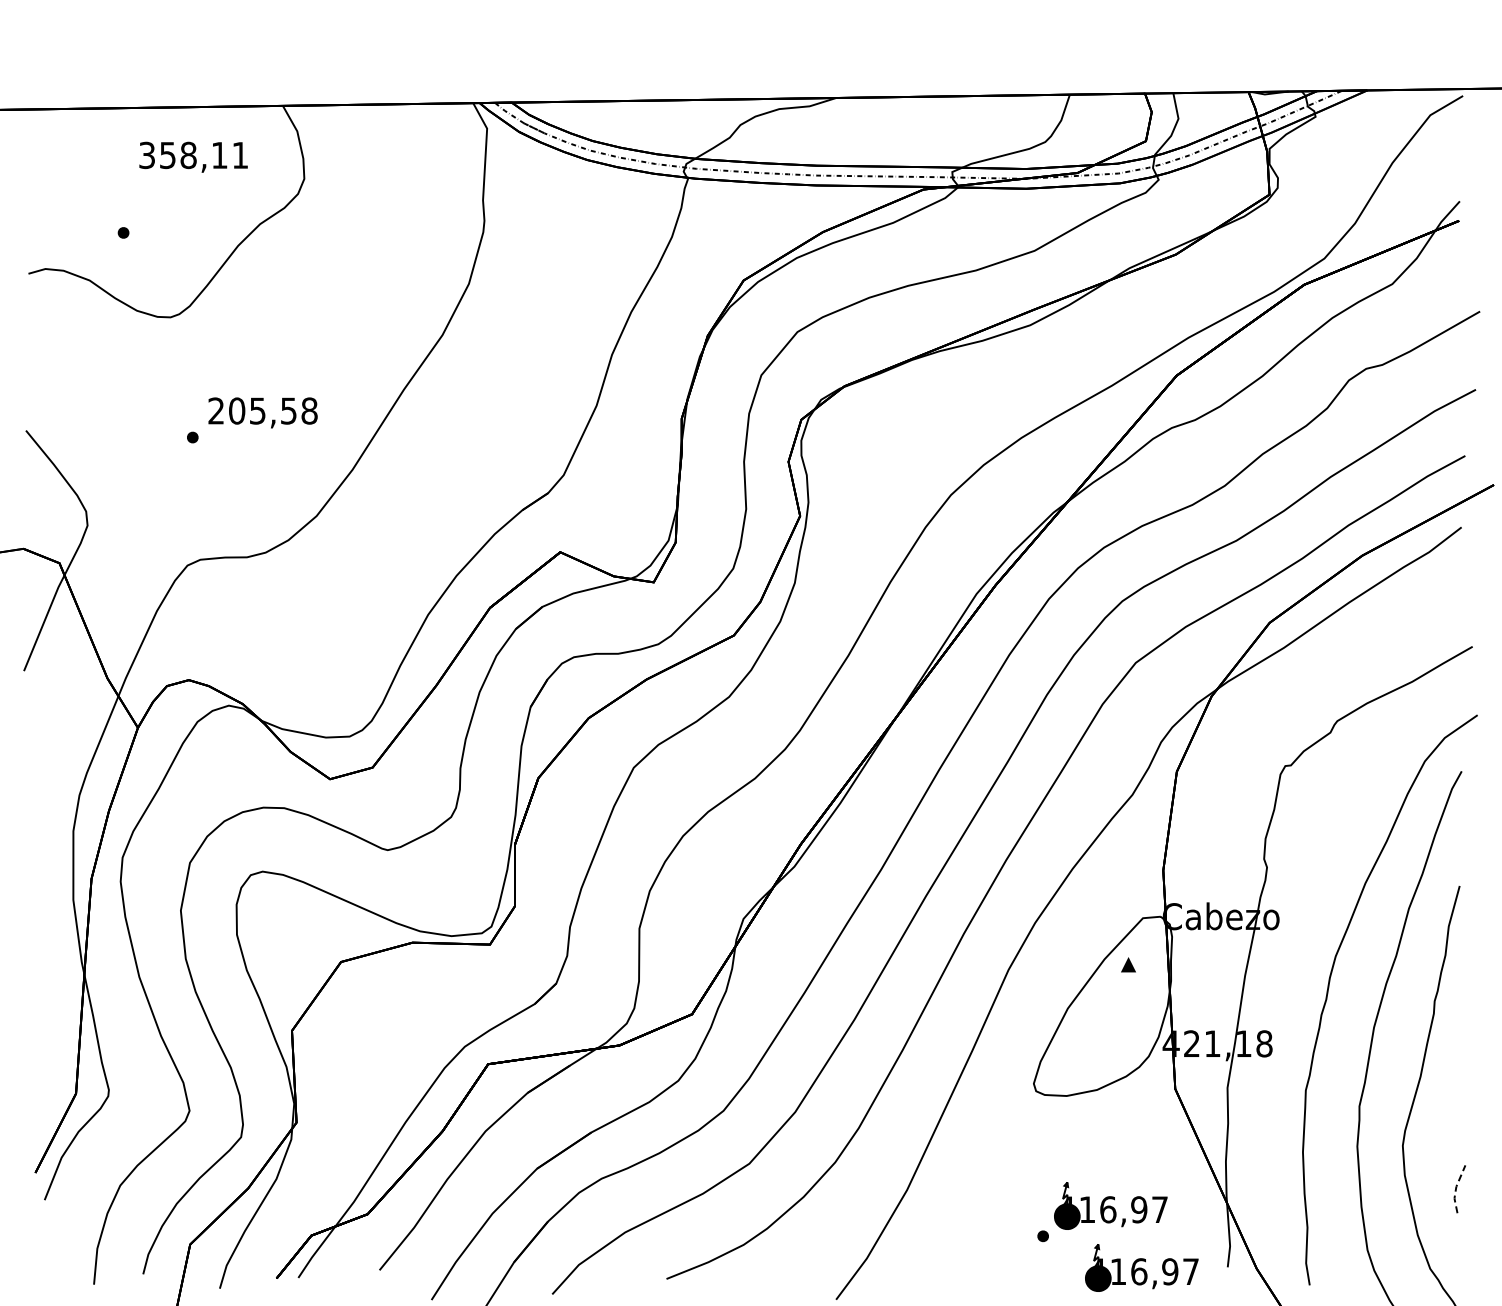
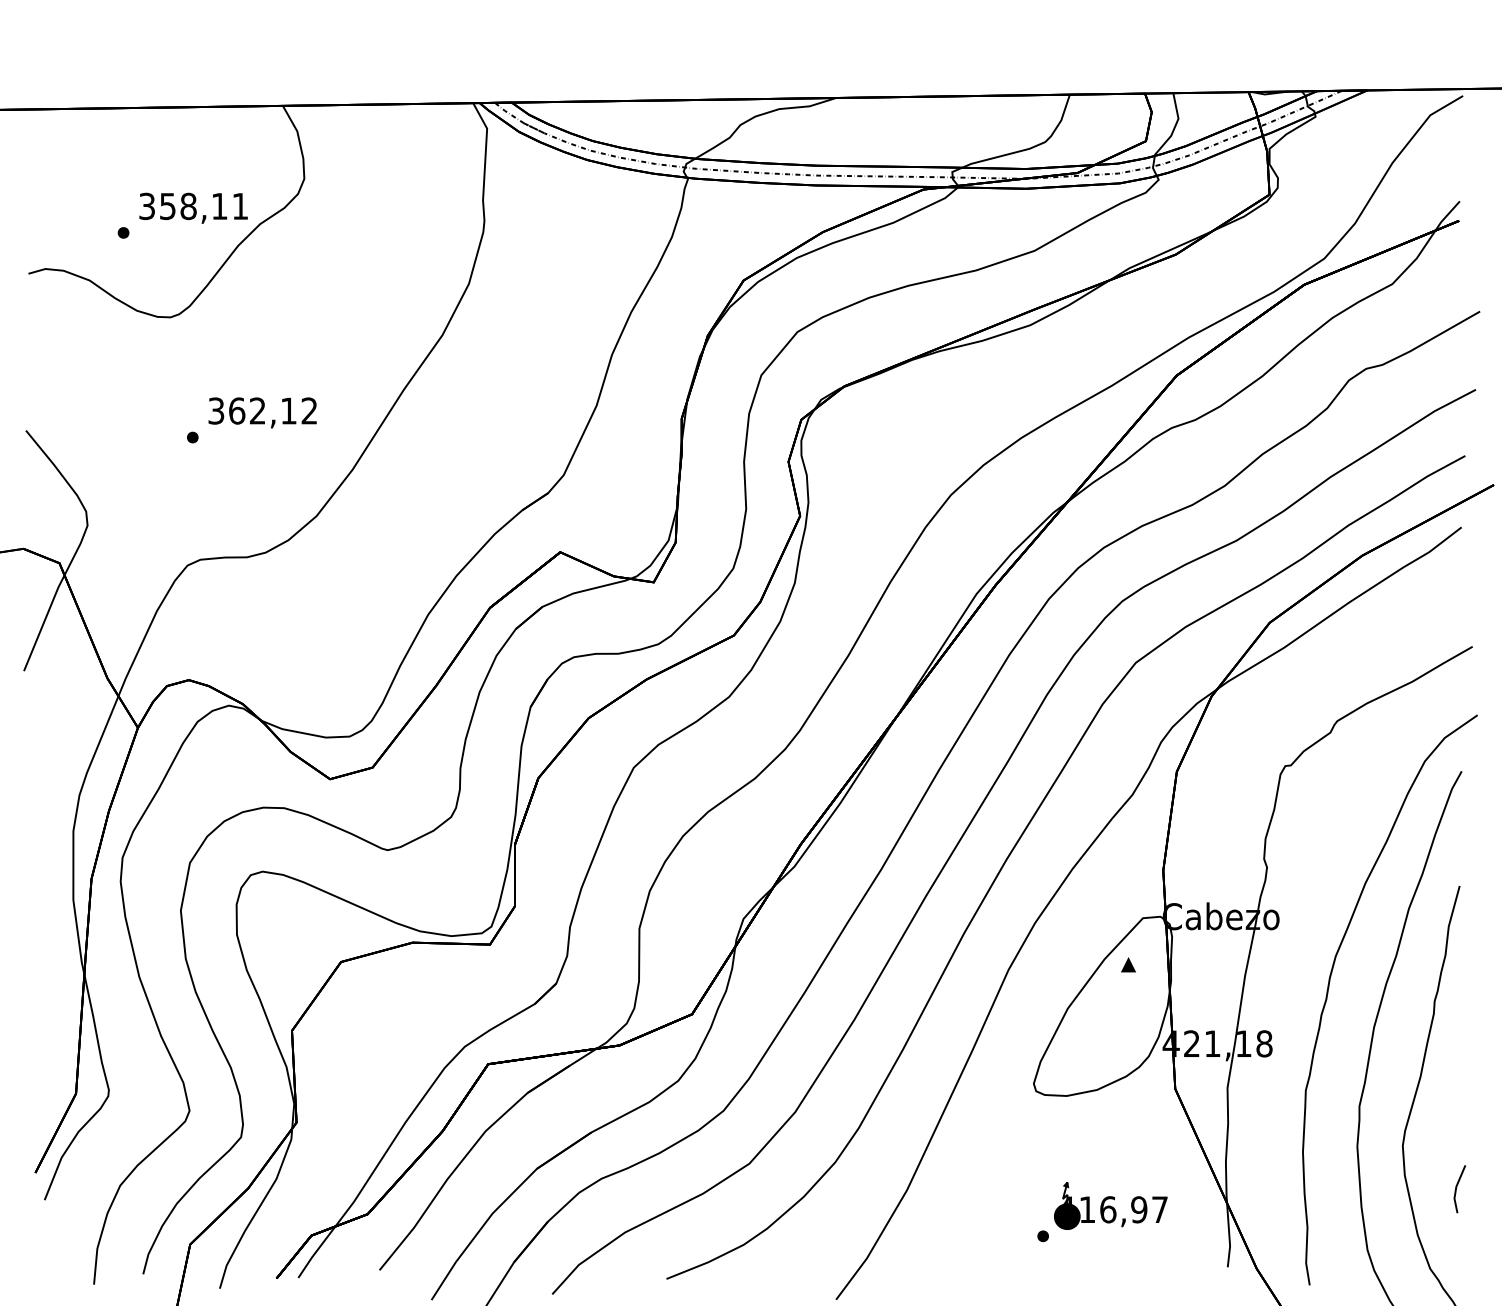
text at (193, 156) position: (193, 156) -> (193, 207)
text at (262, 410): 205,58 -> 362,12
line at (1456, 1188): dashed -> solid
part at (1141, 1267): present -> none
